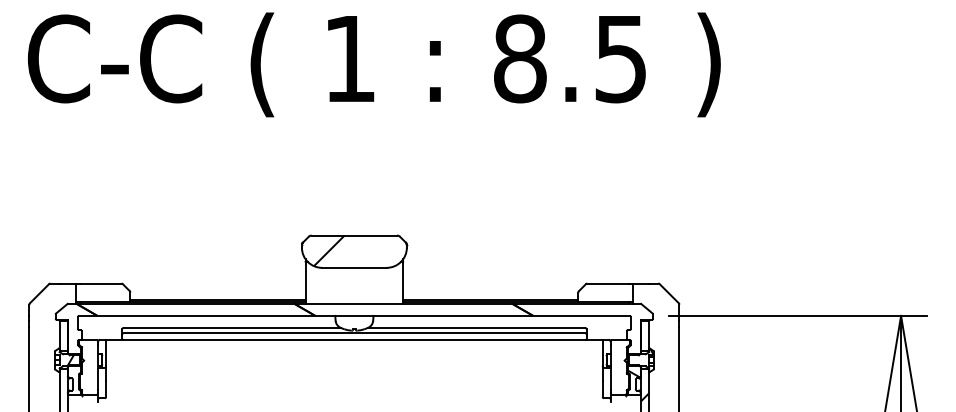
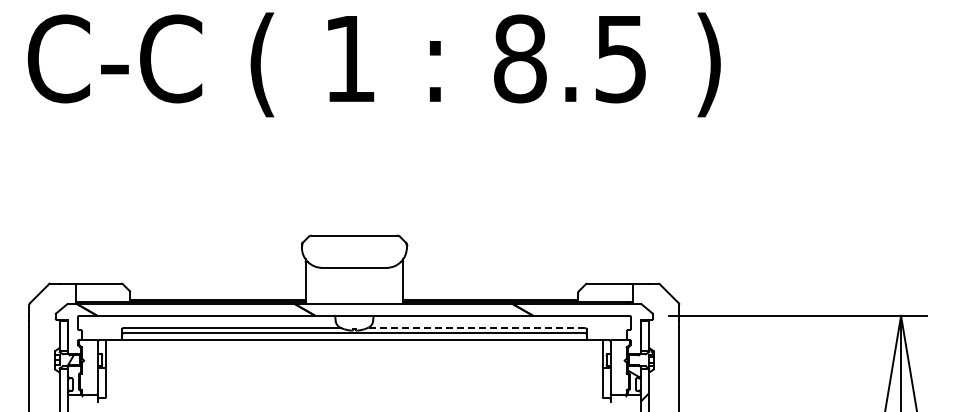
hatch at (329, 250): present -> none
line at (476, 328): solid -> dashed
